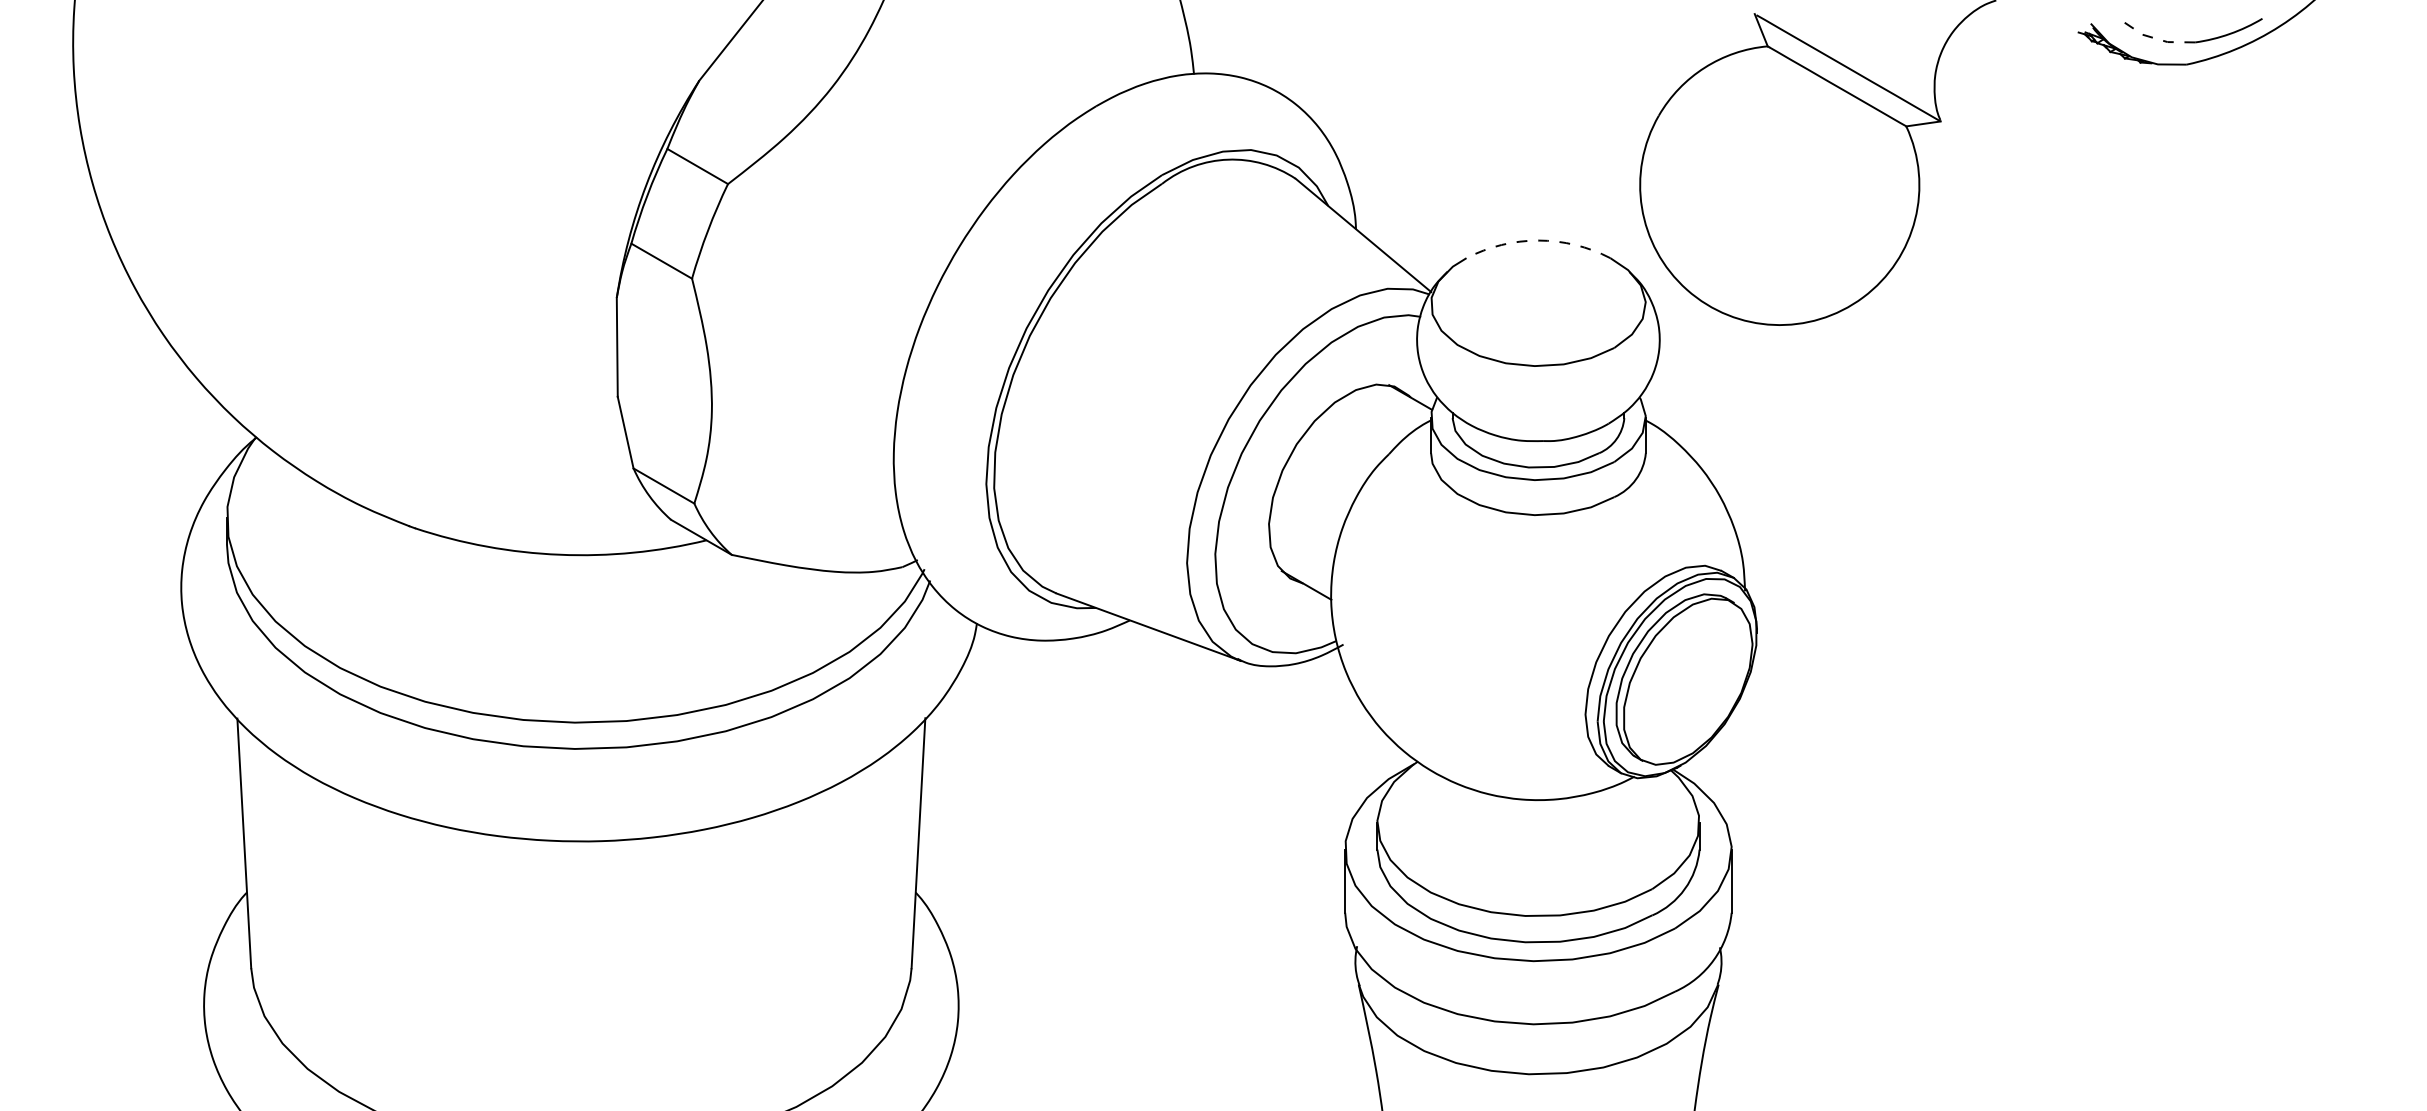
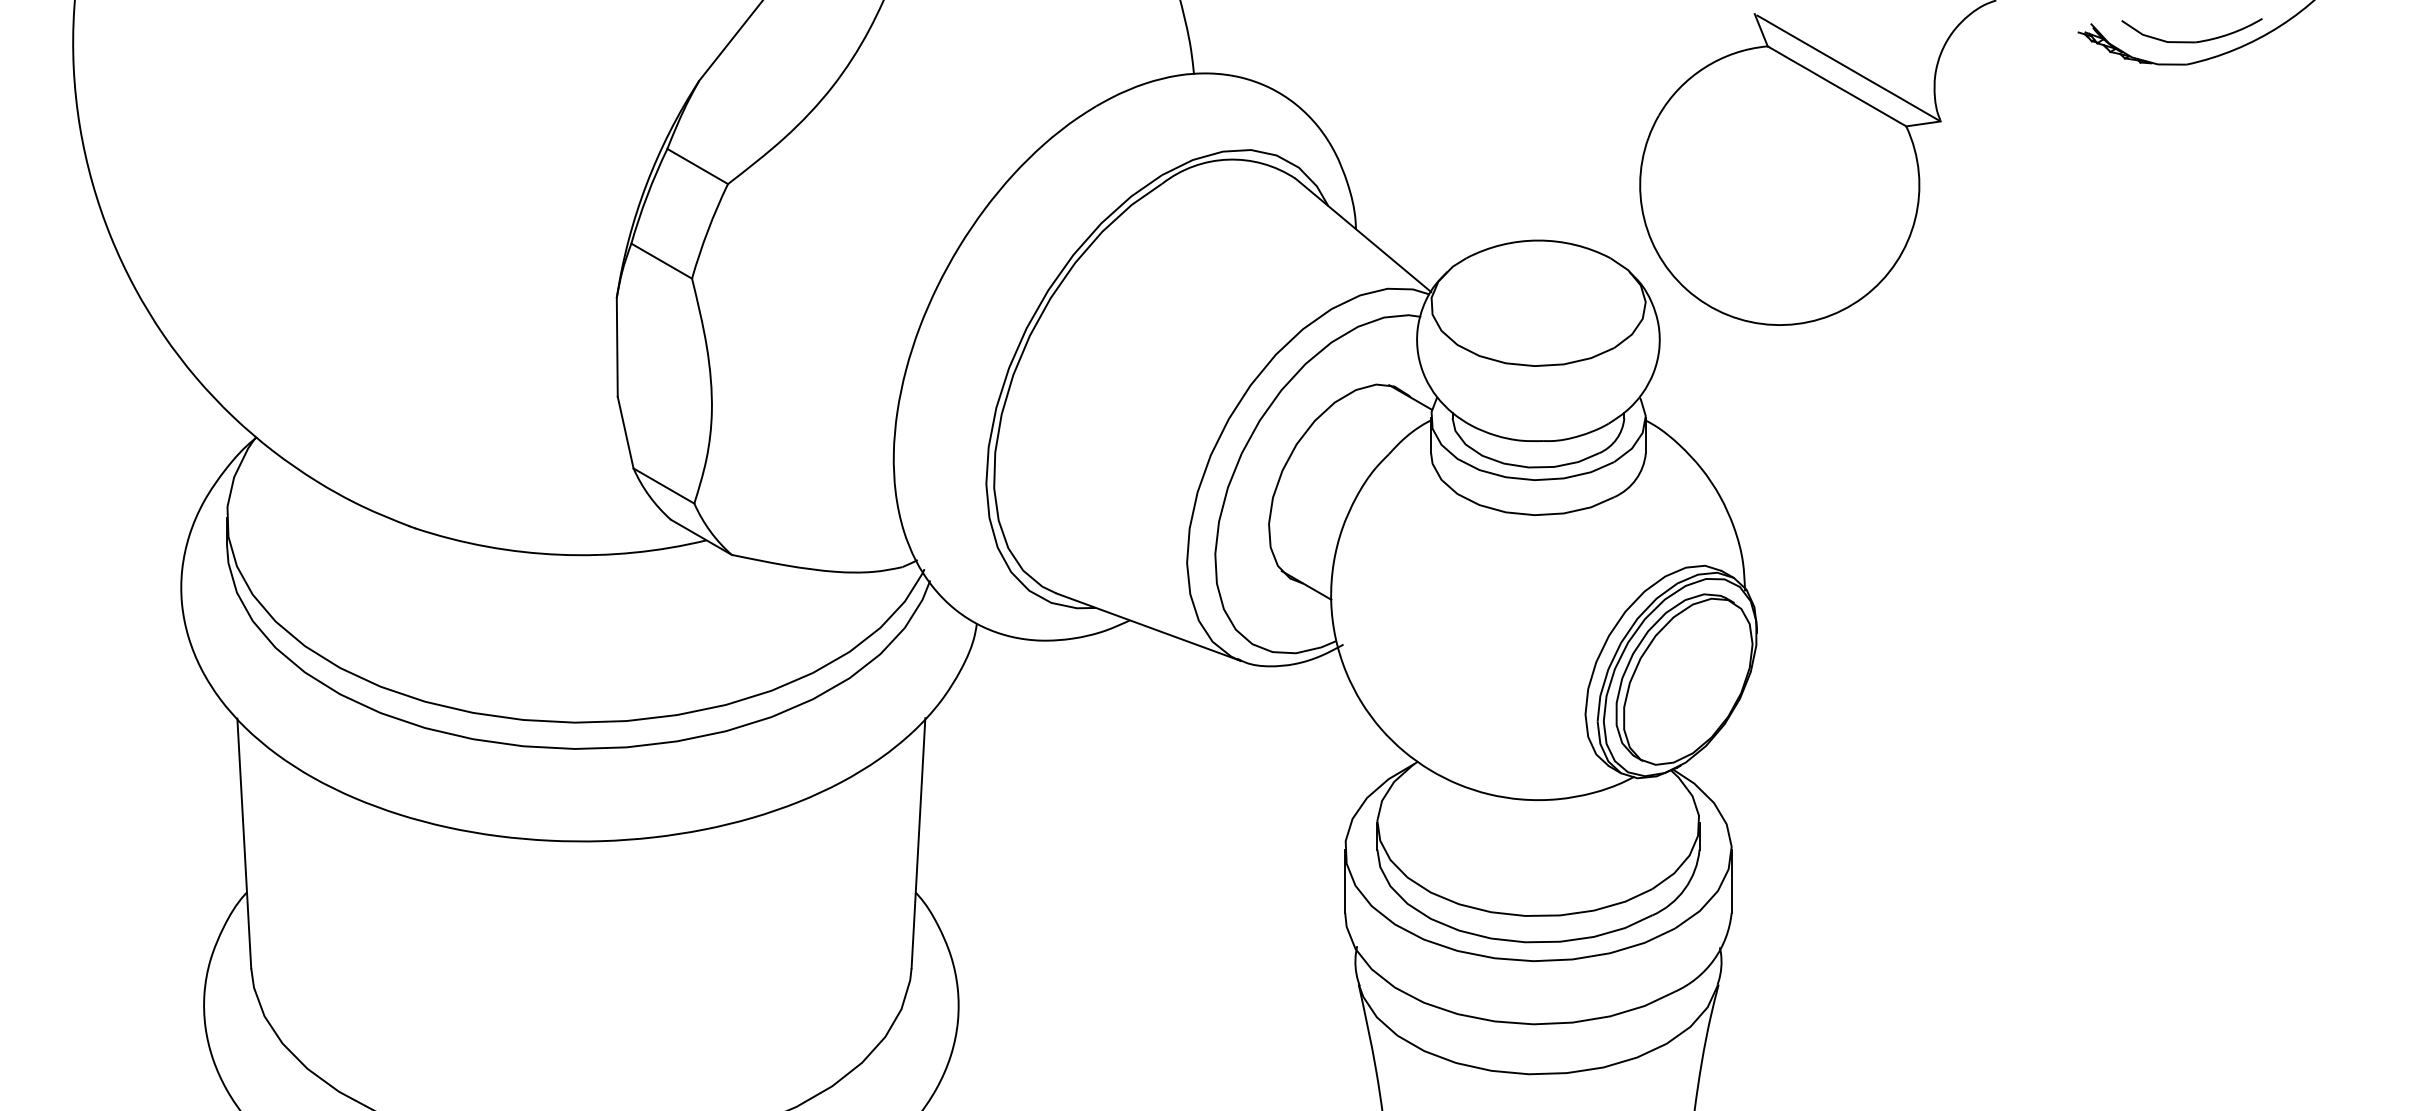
line at (2156, 38): dashed -> solid
arc at (1538, 240): dashed -> solid
